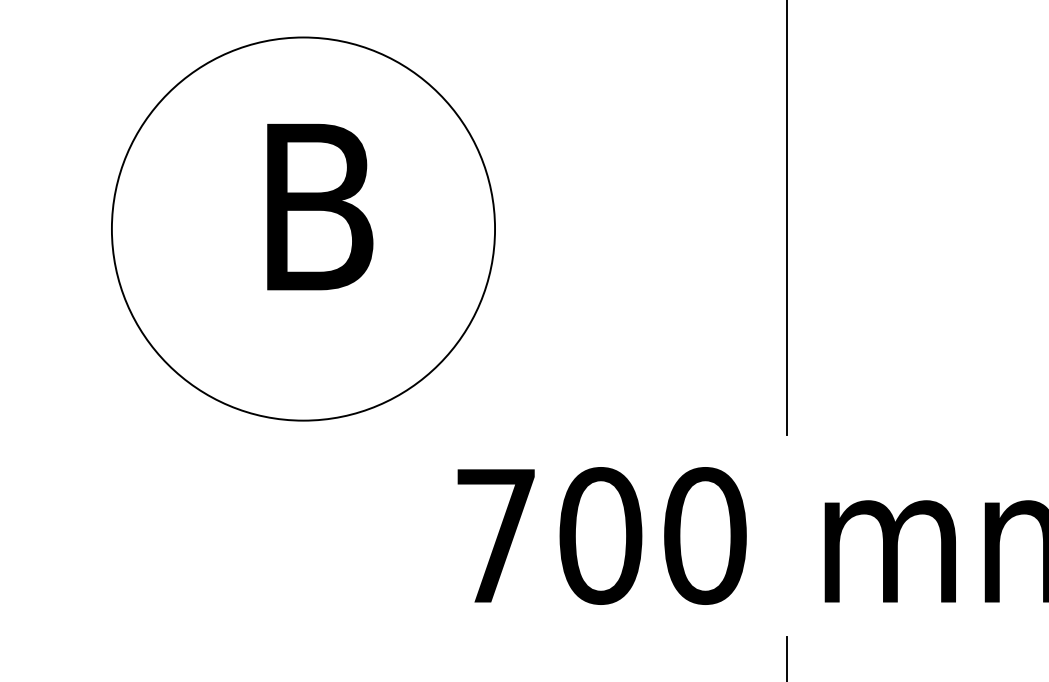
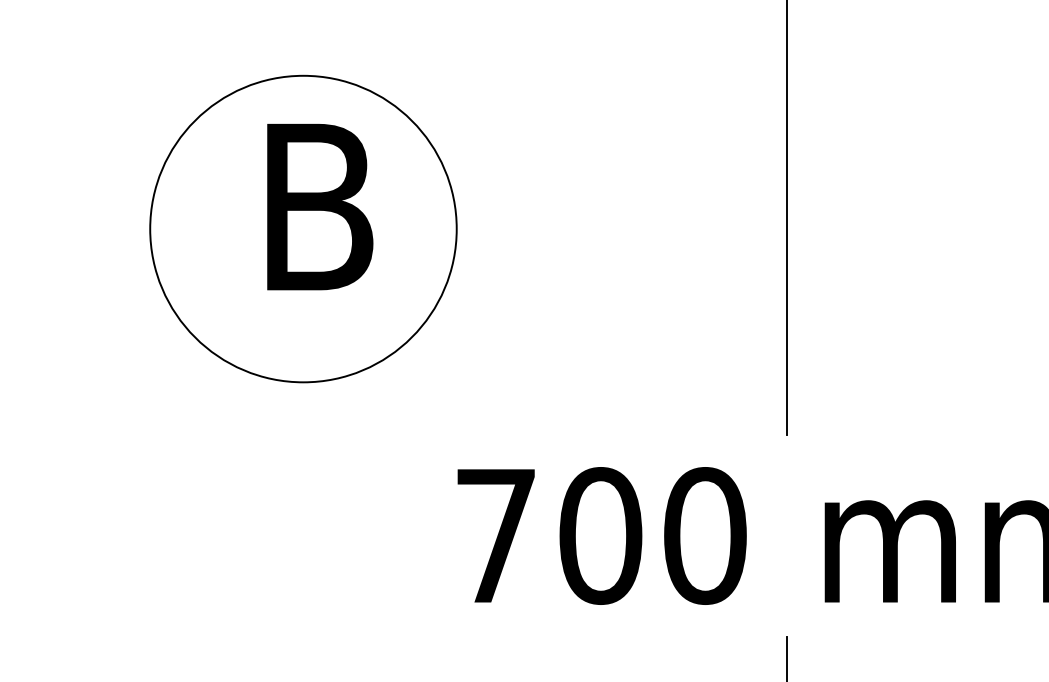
circle at (303, 228) diameter: 383 px -> 307 px
